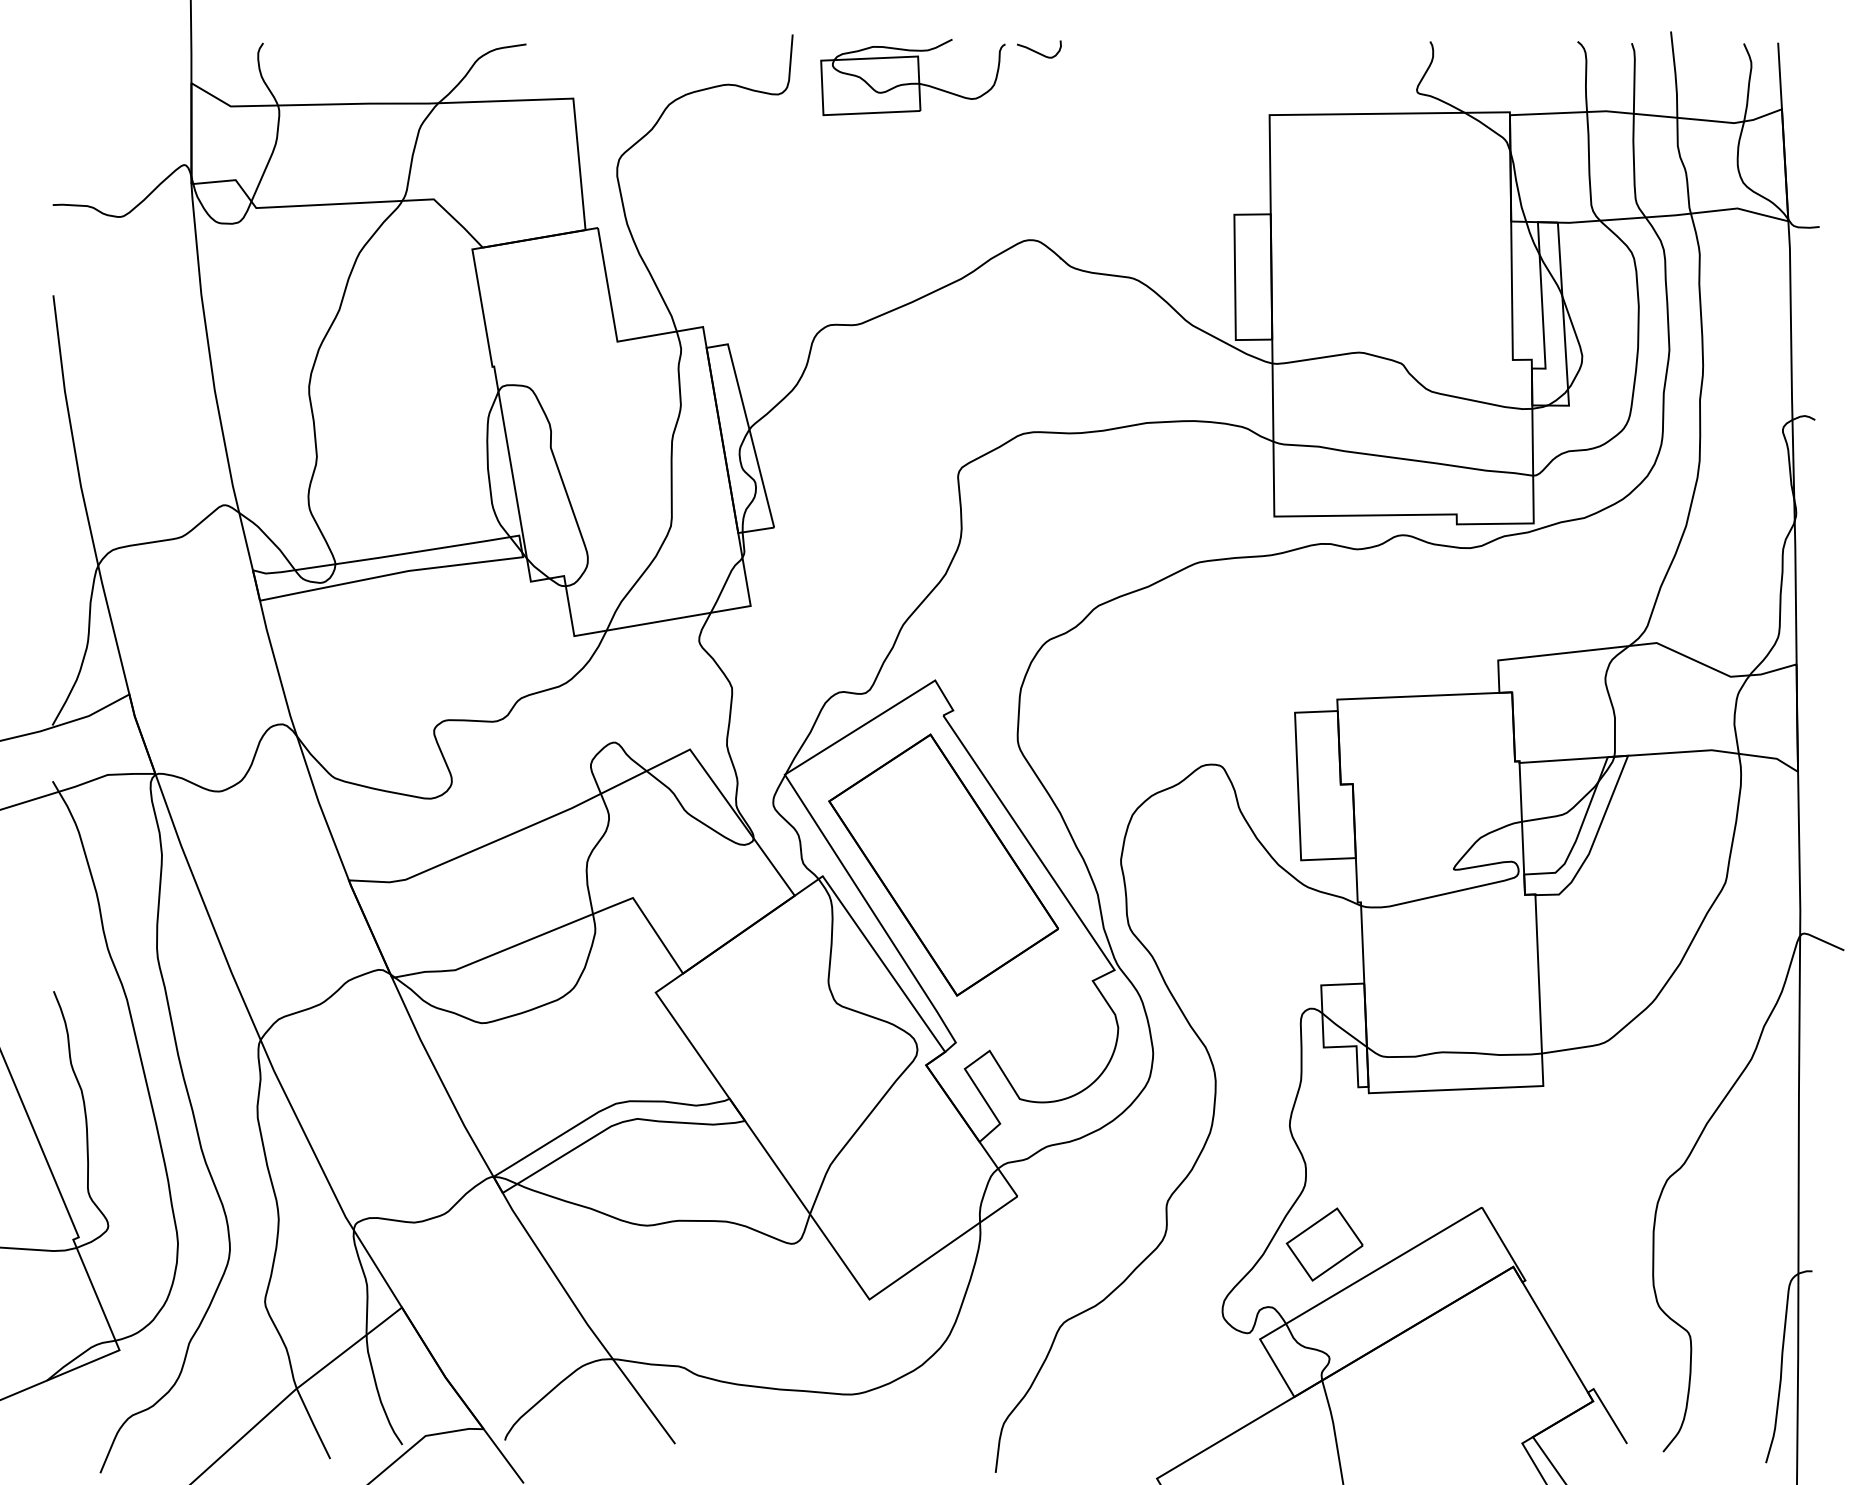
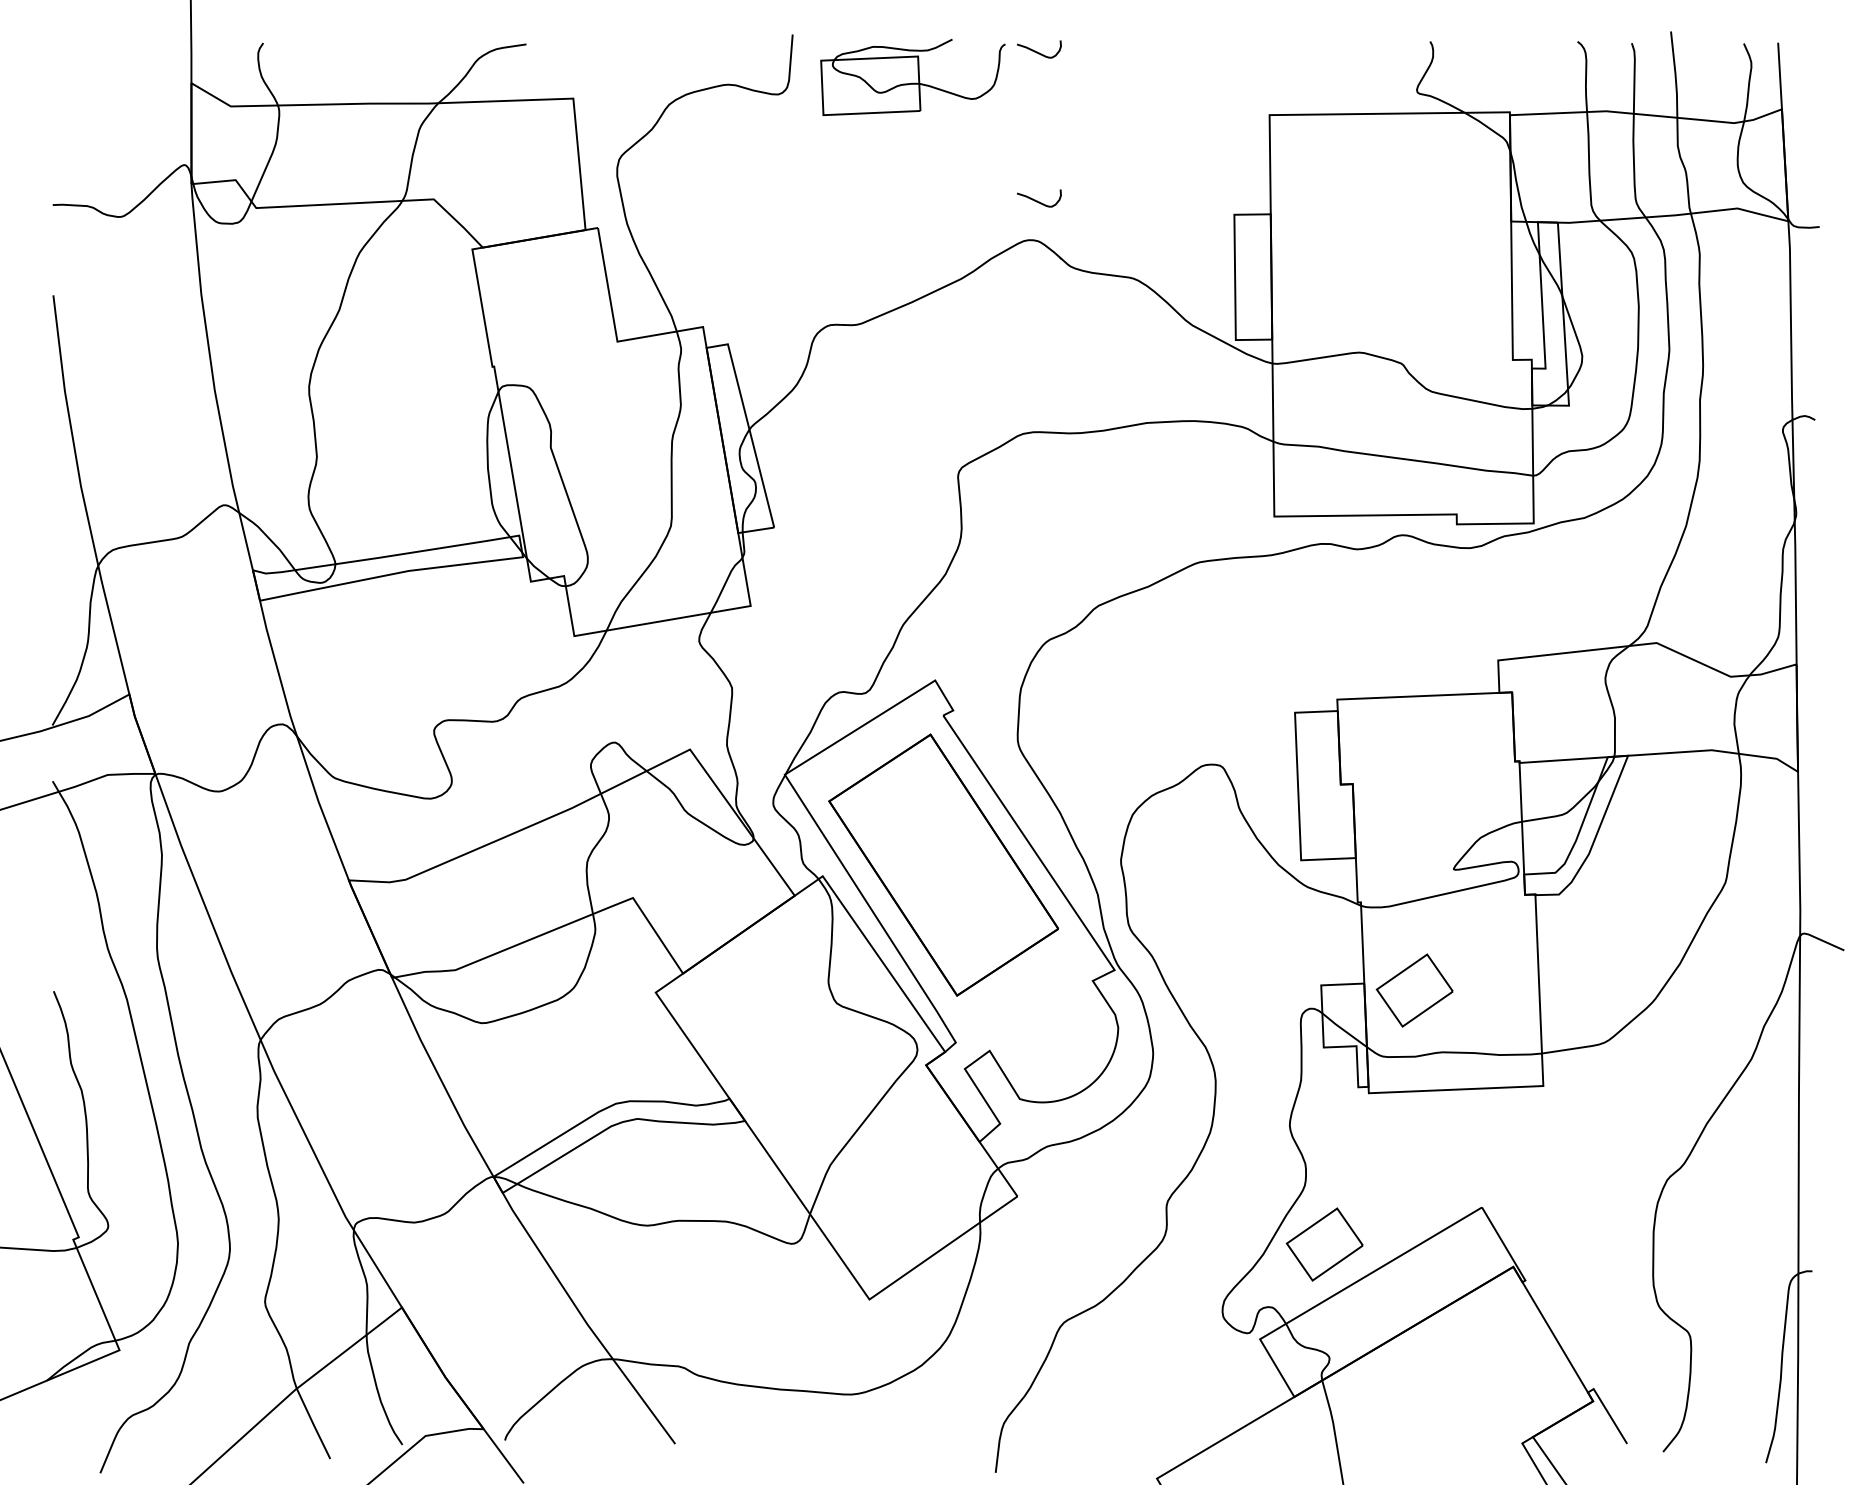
curve at (1037, 200): none -> present
part at (1414, 990): none -> present
